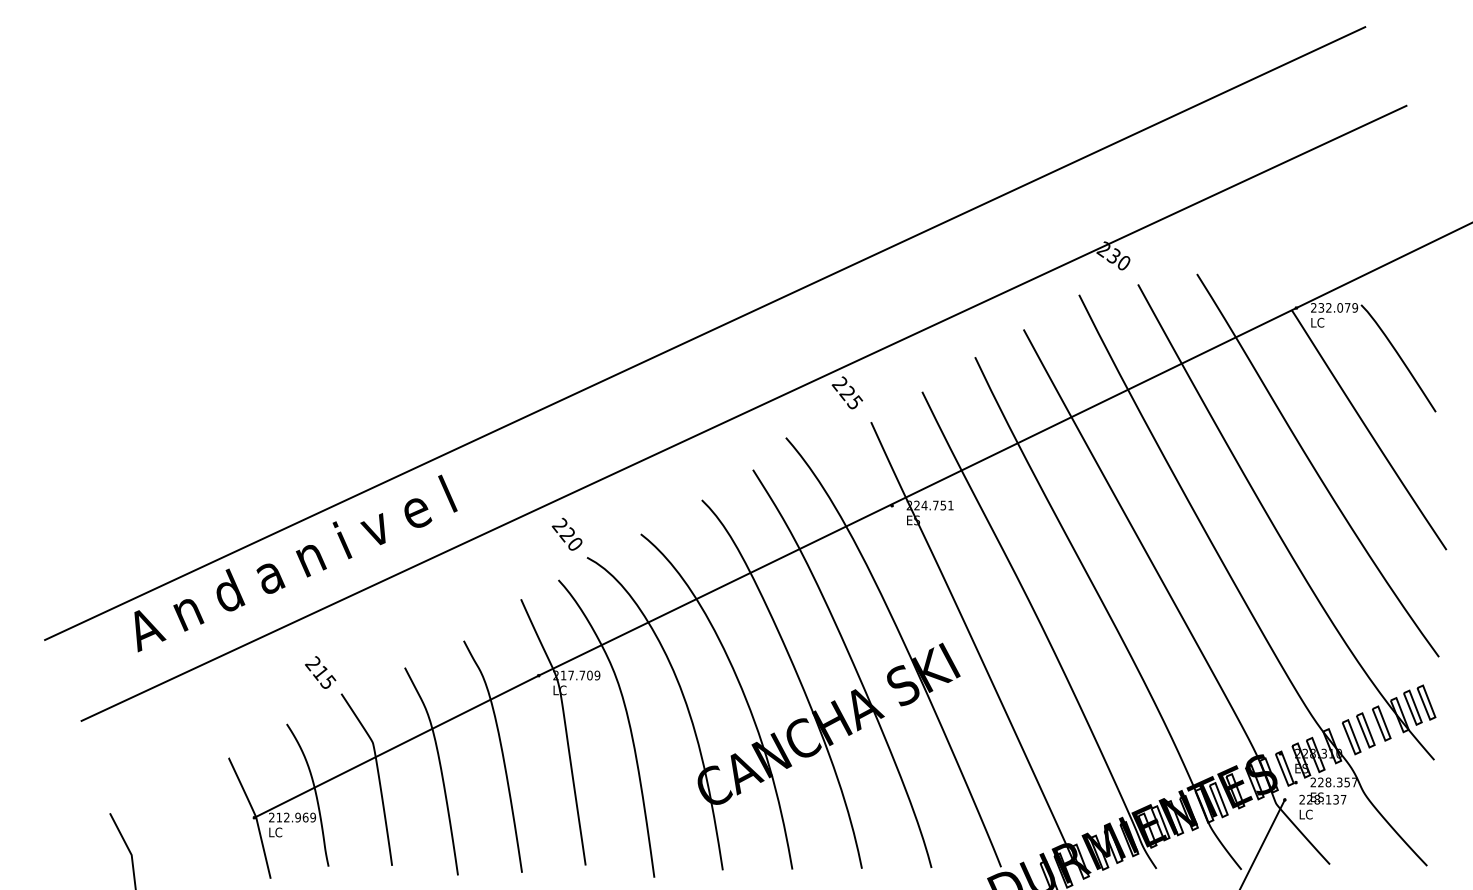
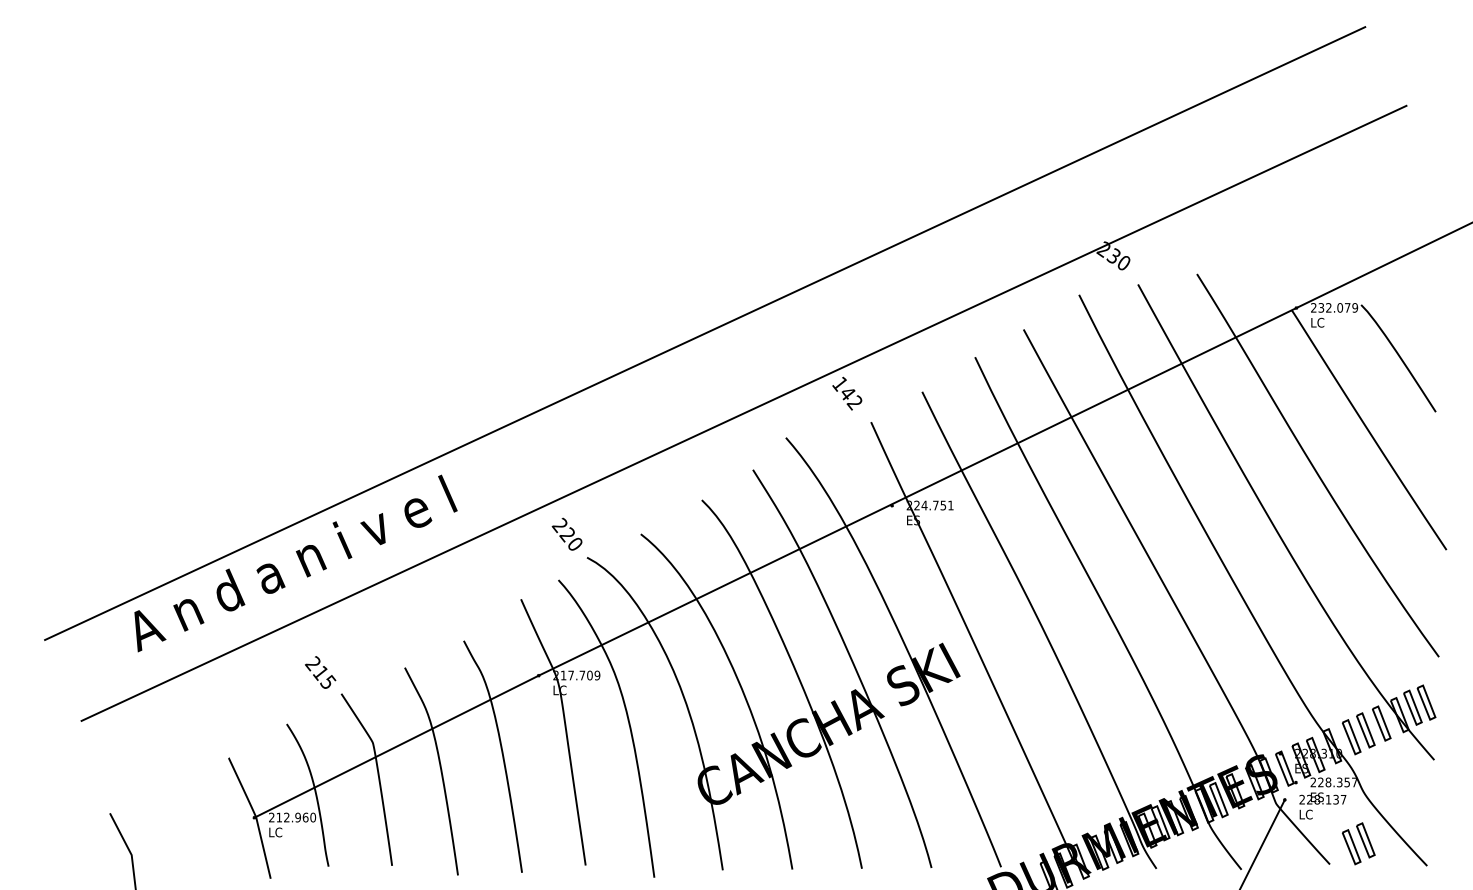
text at (847, 393): 225 -> 142
text at (312, 817): 212.969 -> 212.960
part at (1358, 843): none -> present
